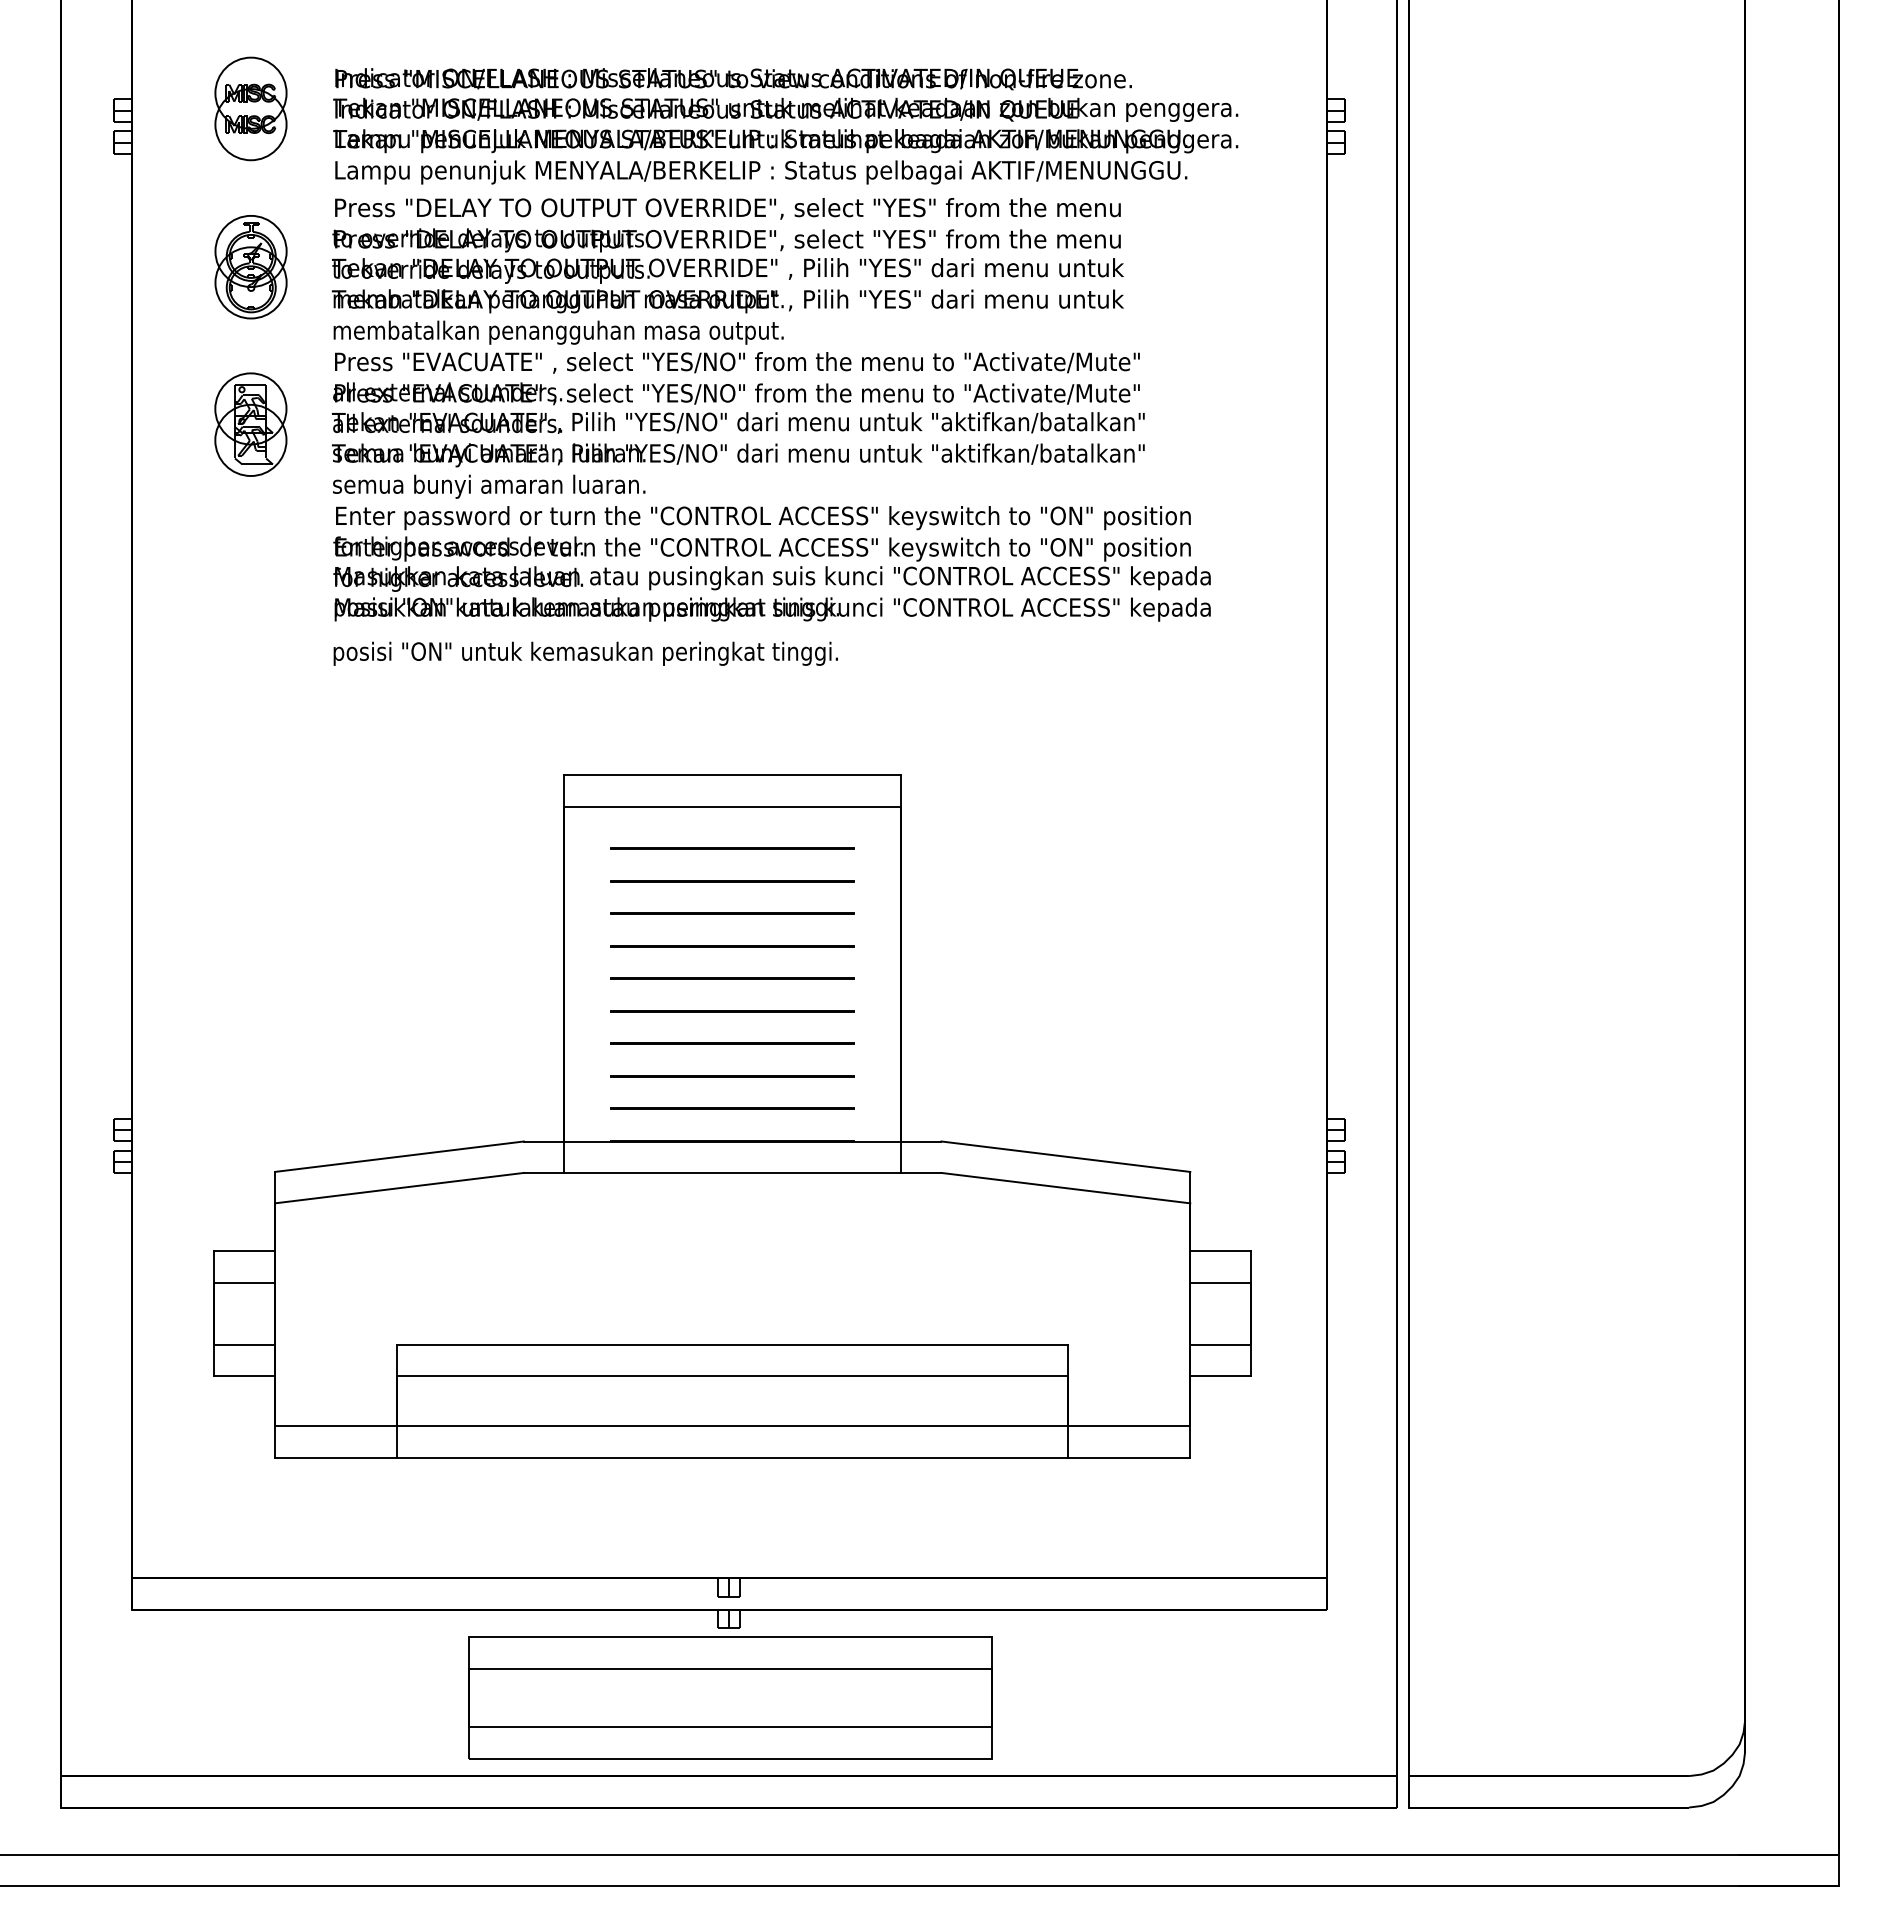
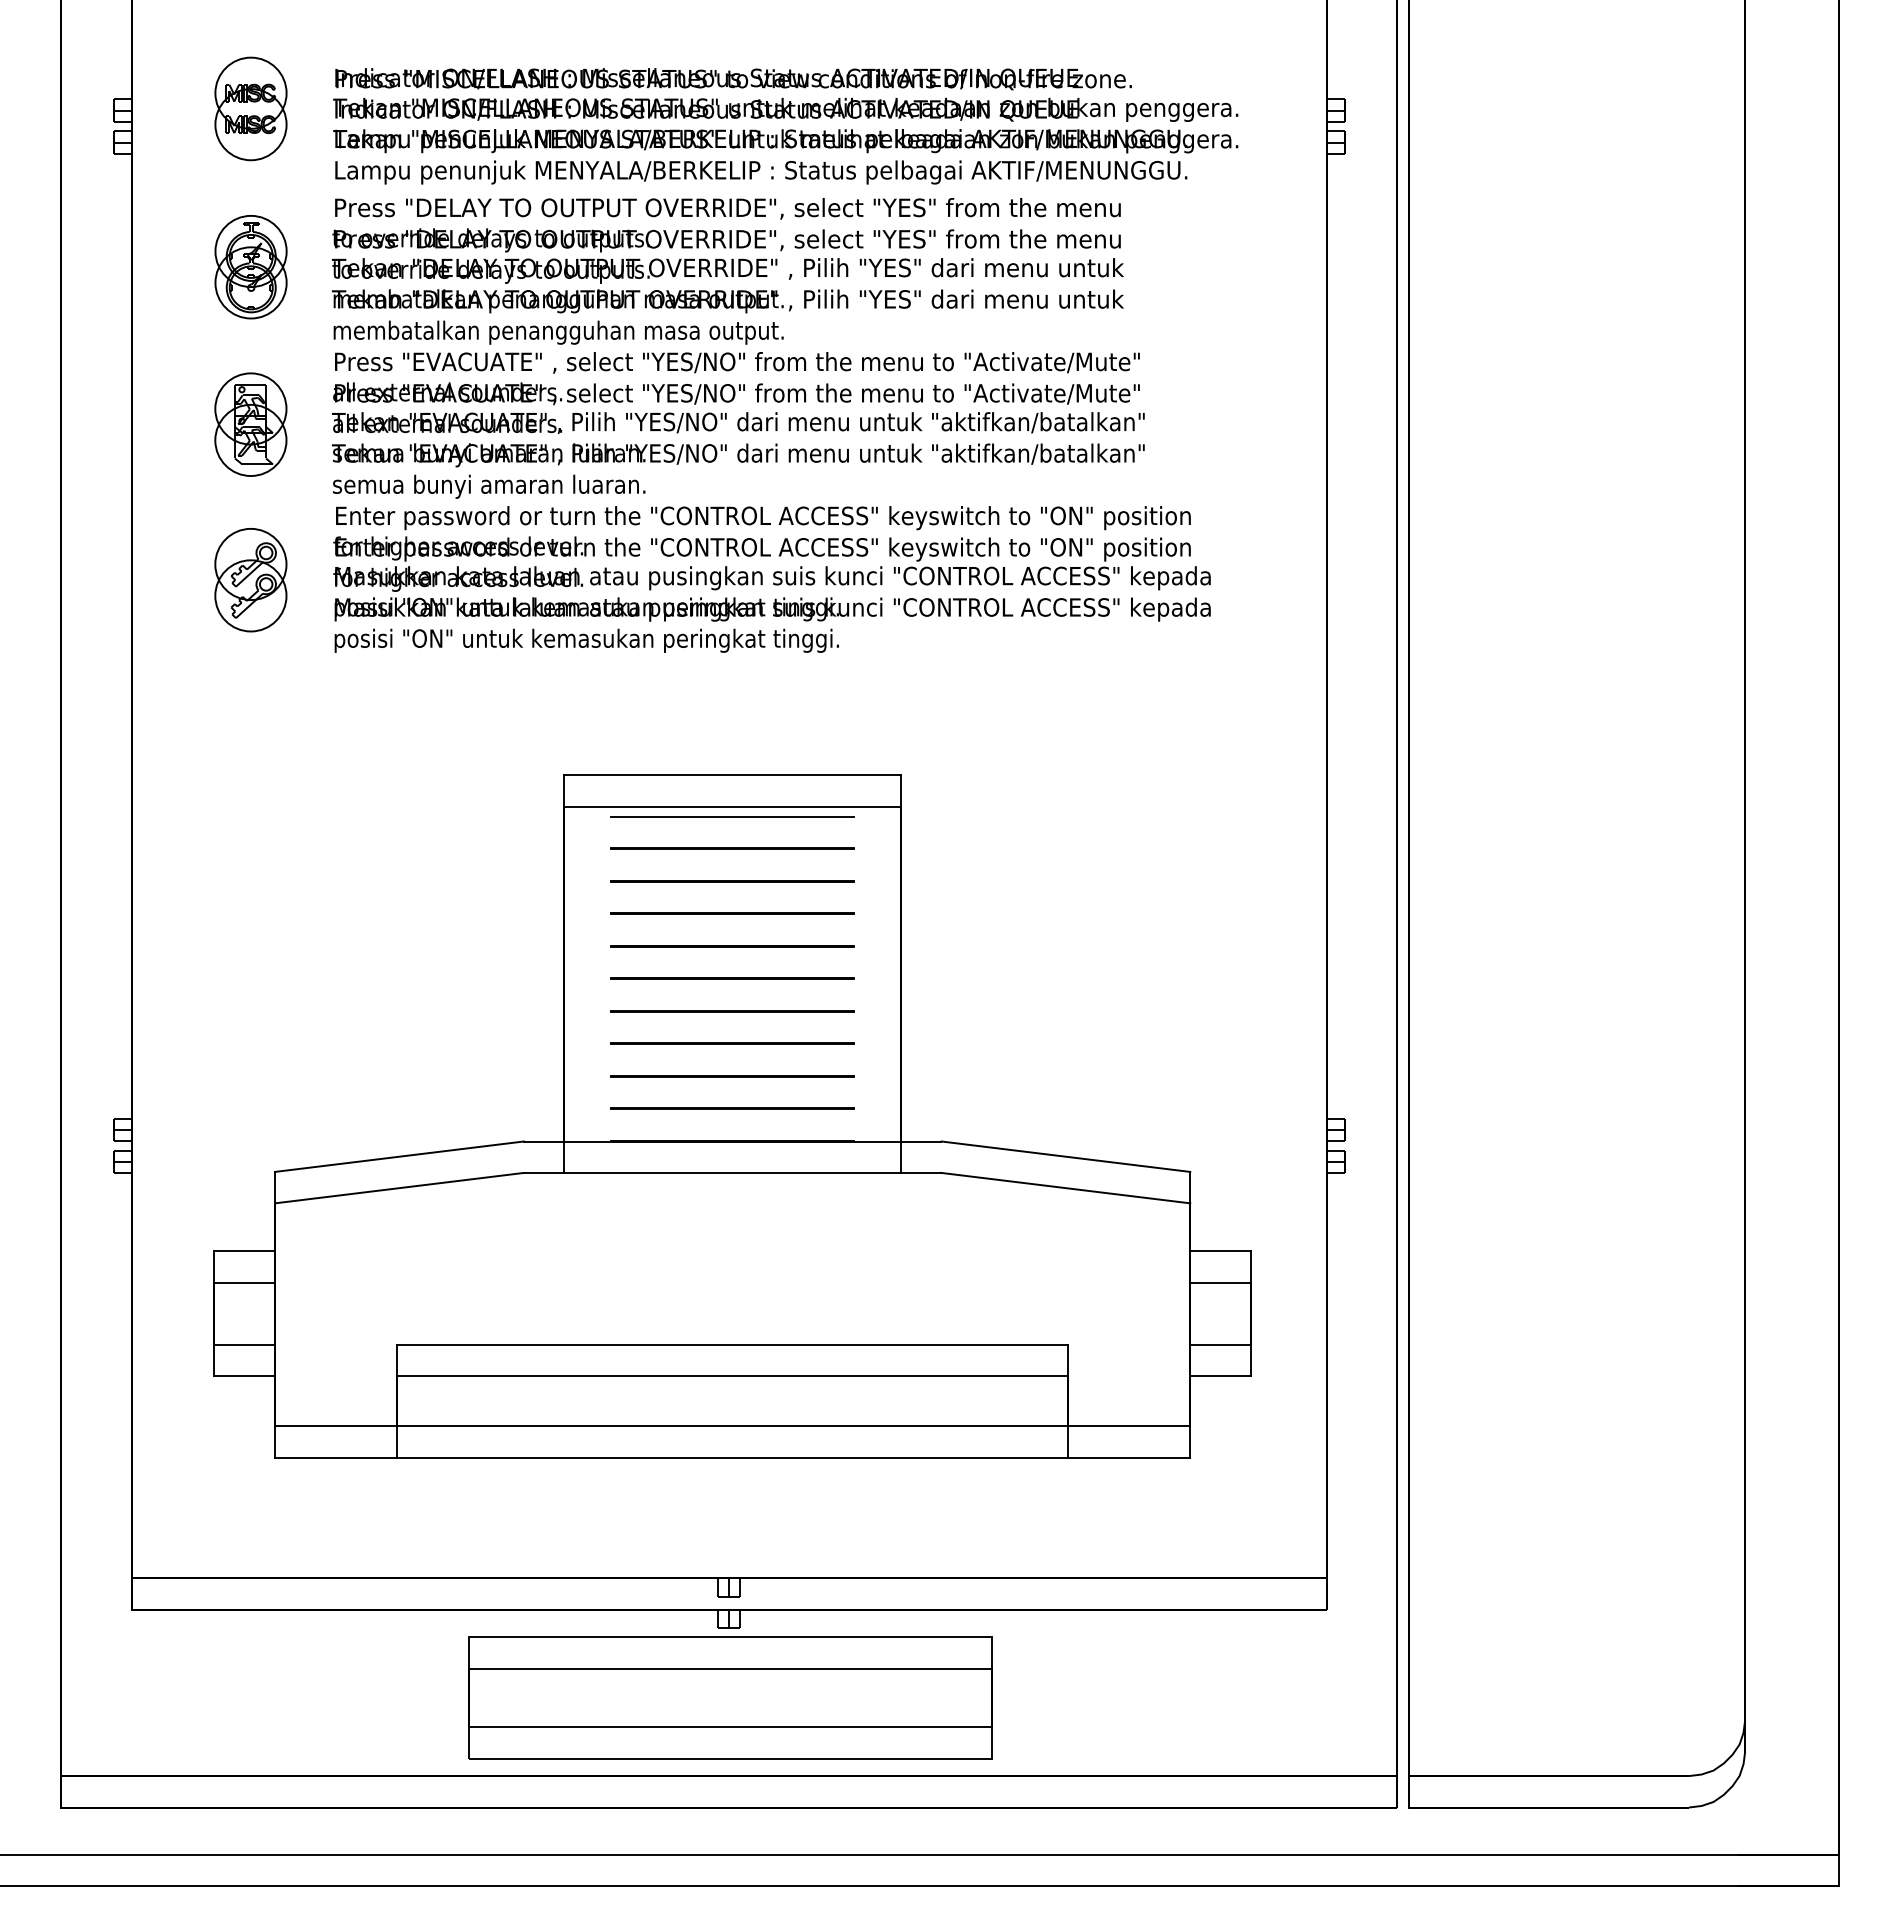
part at (250, 580): none -> present
text at (585, 653) position: (585, 653) -> (586, 640)
line at (731, 816): none -> present
